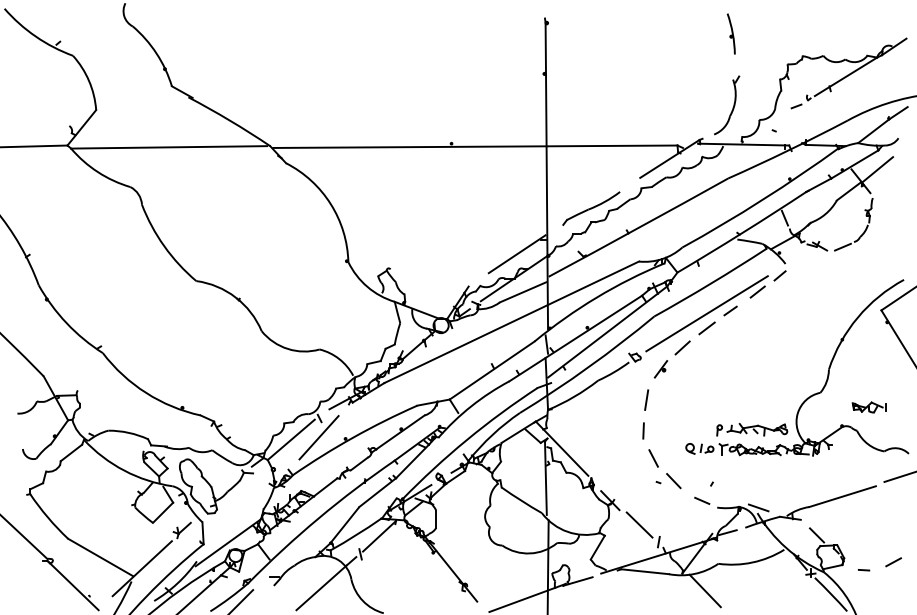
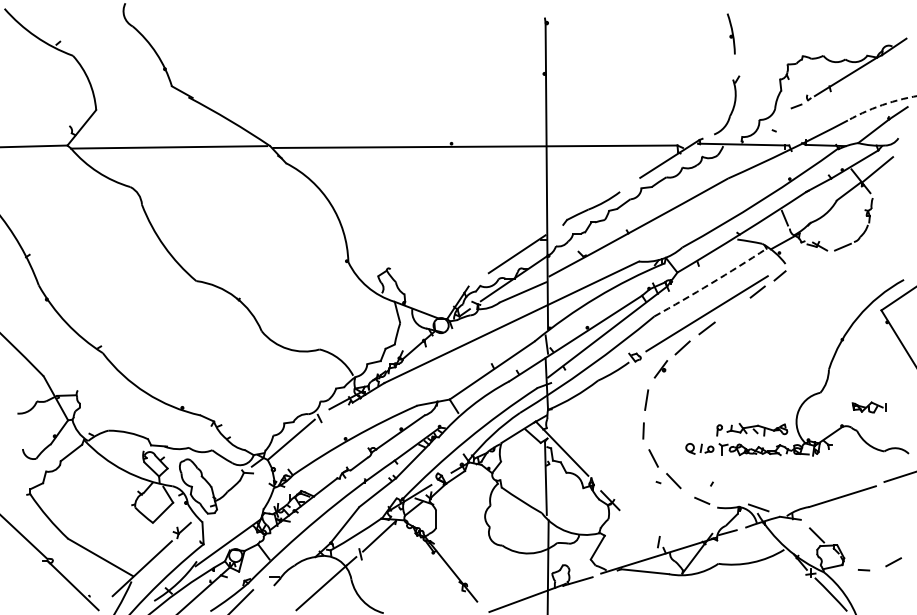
arc at (881, 105): solid -> dashed
arc at (711, 283): solid -> dashed
line at (730, 310): present -> none
line at (318, 437): present -> none
line at (639, 524): present -> none
line at (704, 590): present -> none
